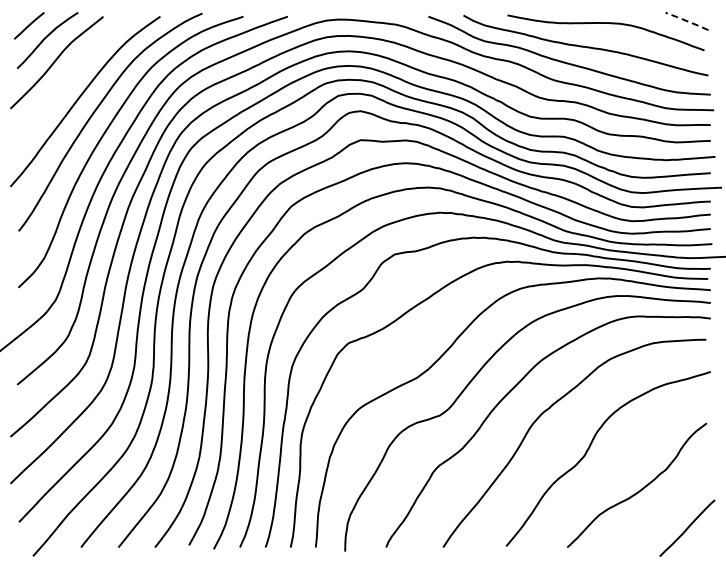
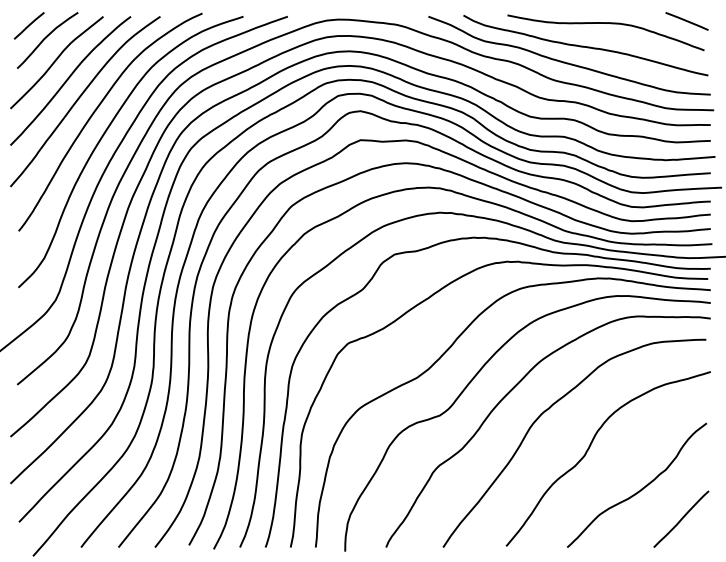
line at (686, 21): dashed -> solid
curve at (68, 80): none -> present
line at (687, 527) position: (687, 527) -> (681, 518)
